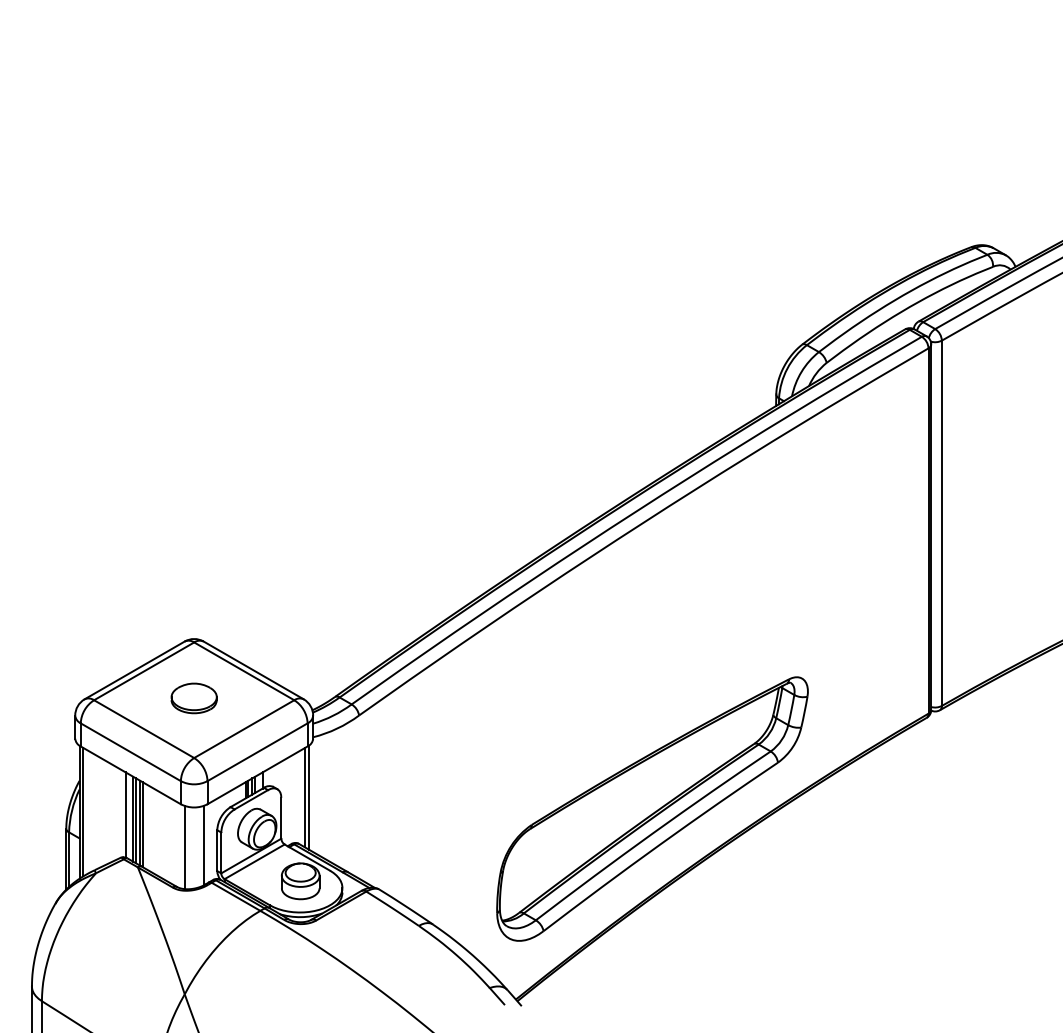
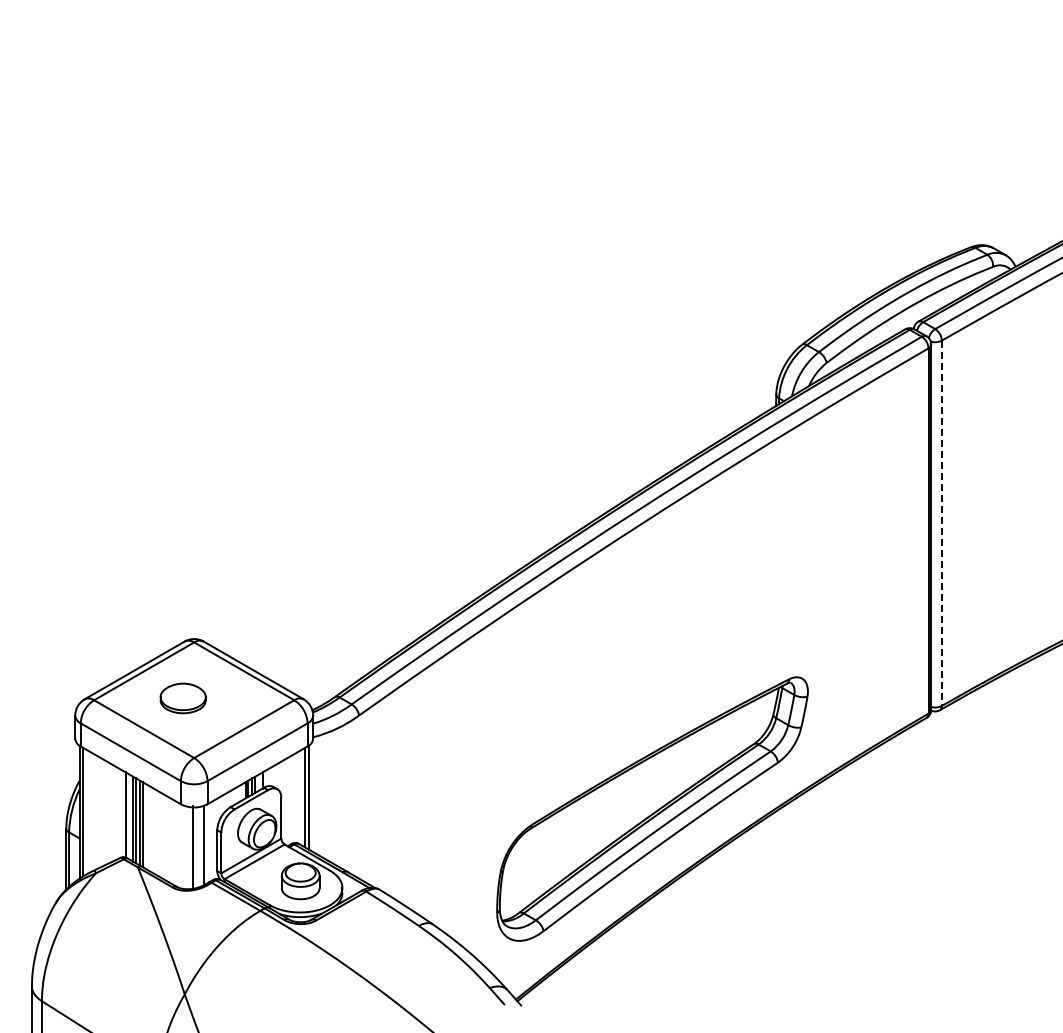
line at (941, 523): solid -> dashed
part at (193, 698) position: (193, 698) -> (182, 698)
line at (184, 847) position: (184, 847) -> (192, 847)
